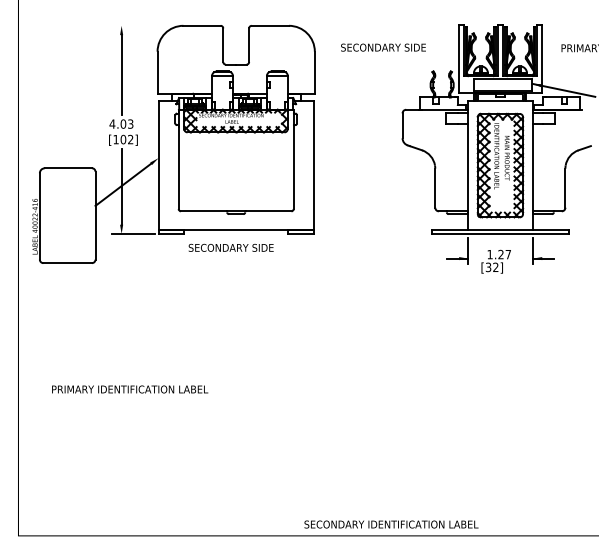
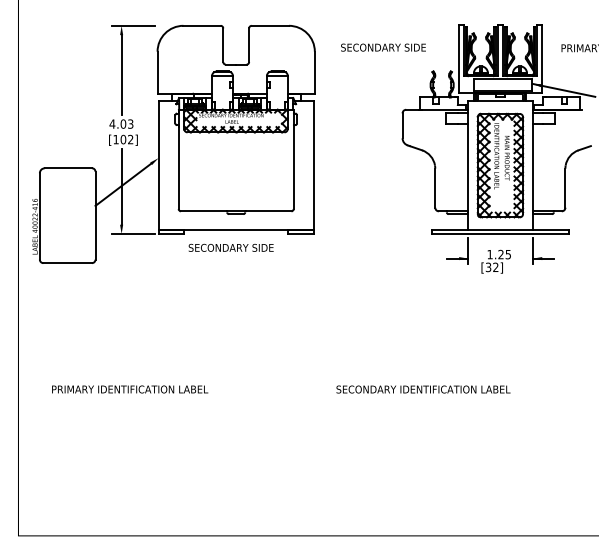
line at (133, 25): none -> present
text at (507, 254): 1.27 -> 1.25
text at (391, 524) position: (391, 524) -> (423, 389)
